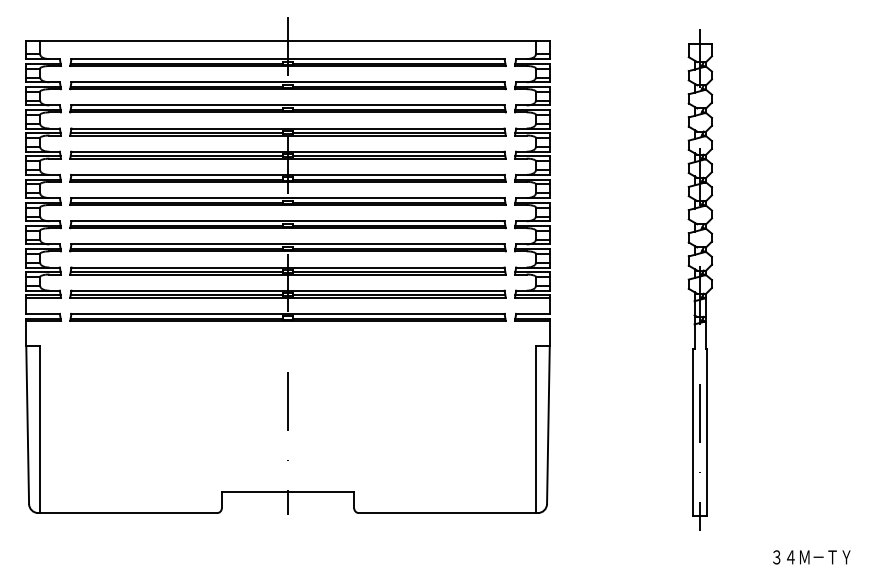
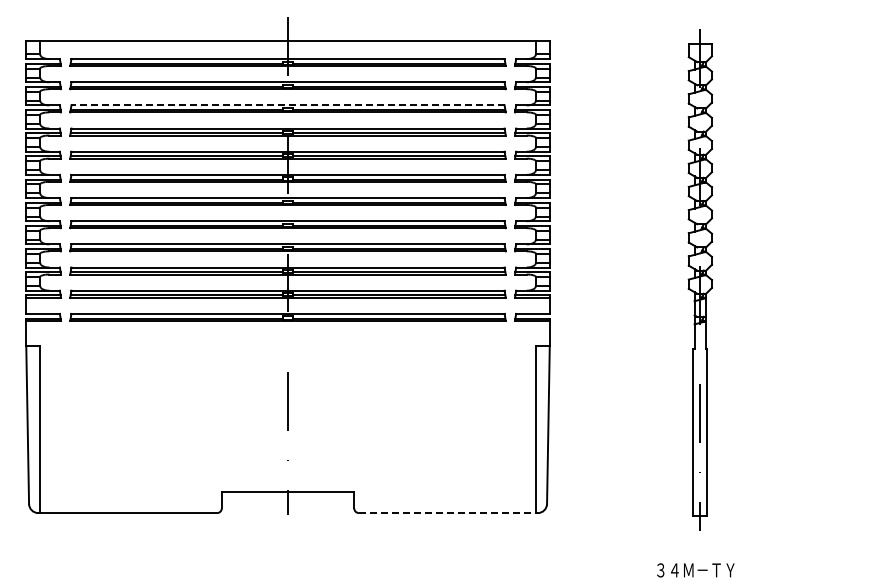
line at (288, 105): solid -> dashed
line at (448, 513): solid -> dashed
text at (811, 557) position: (811, 557) -> (695, 570)
